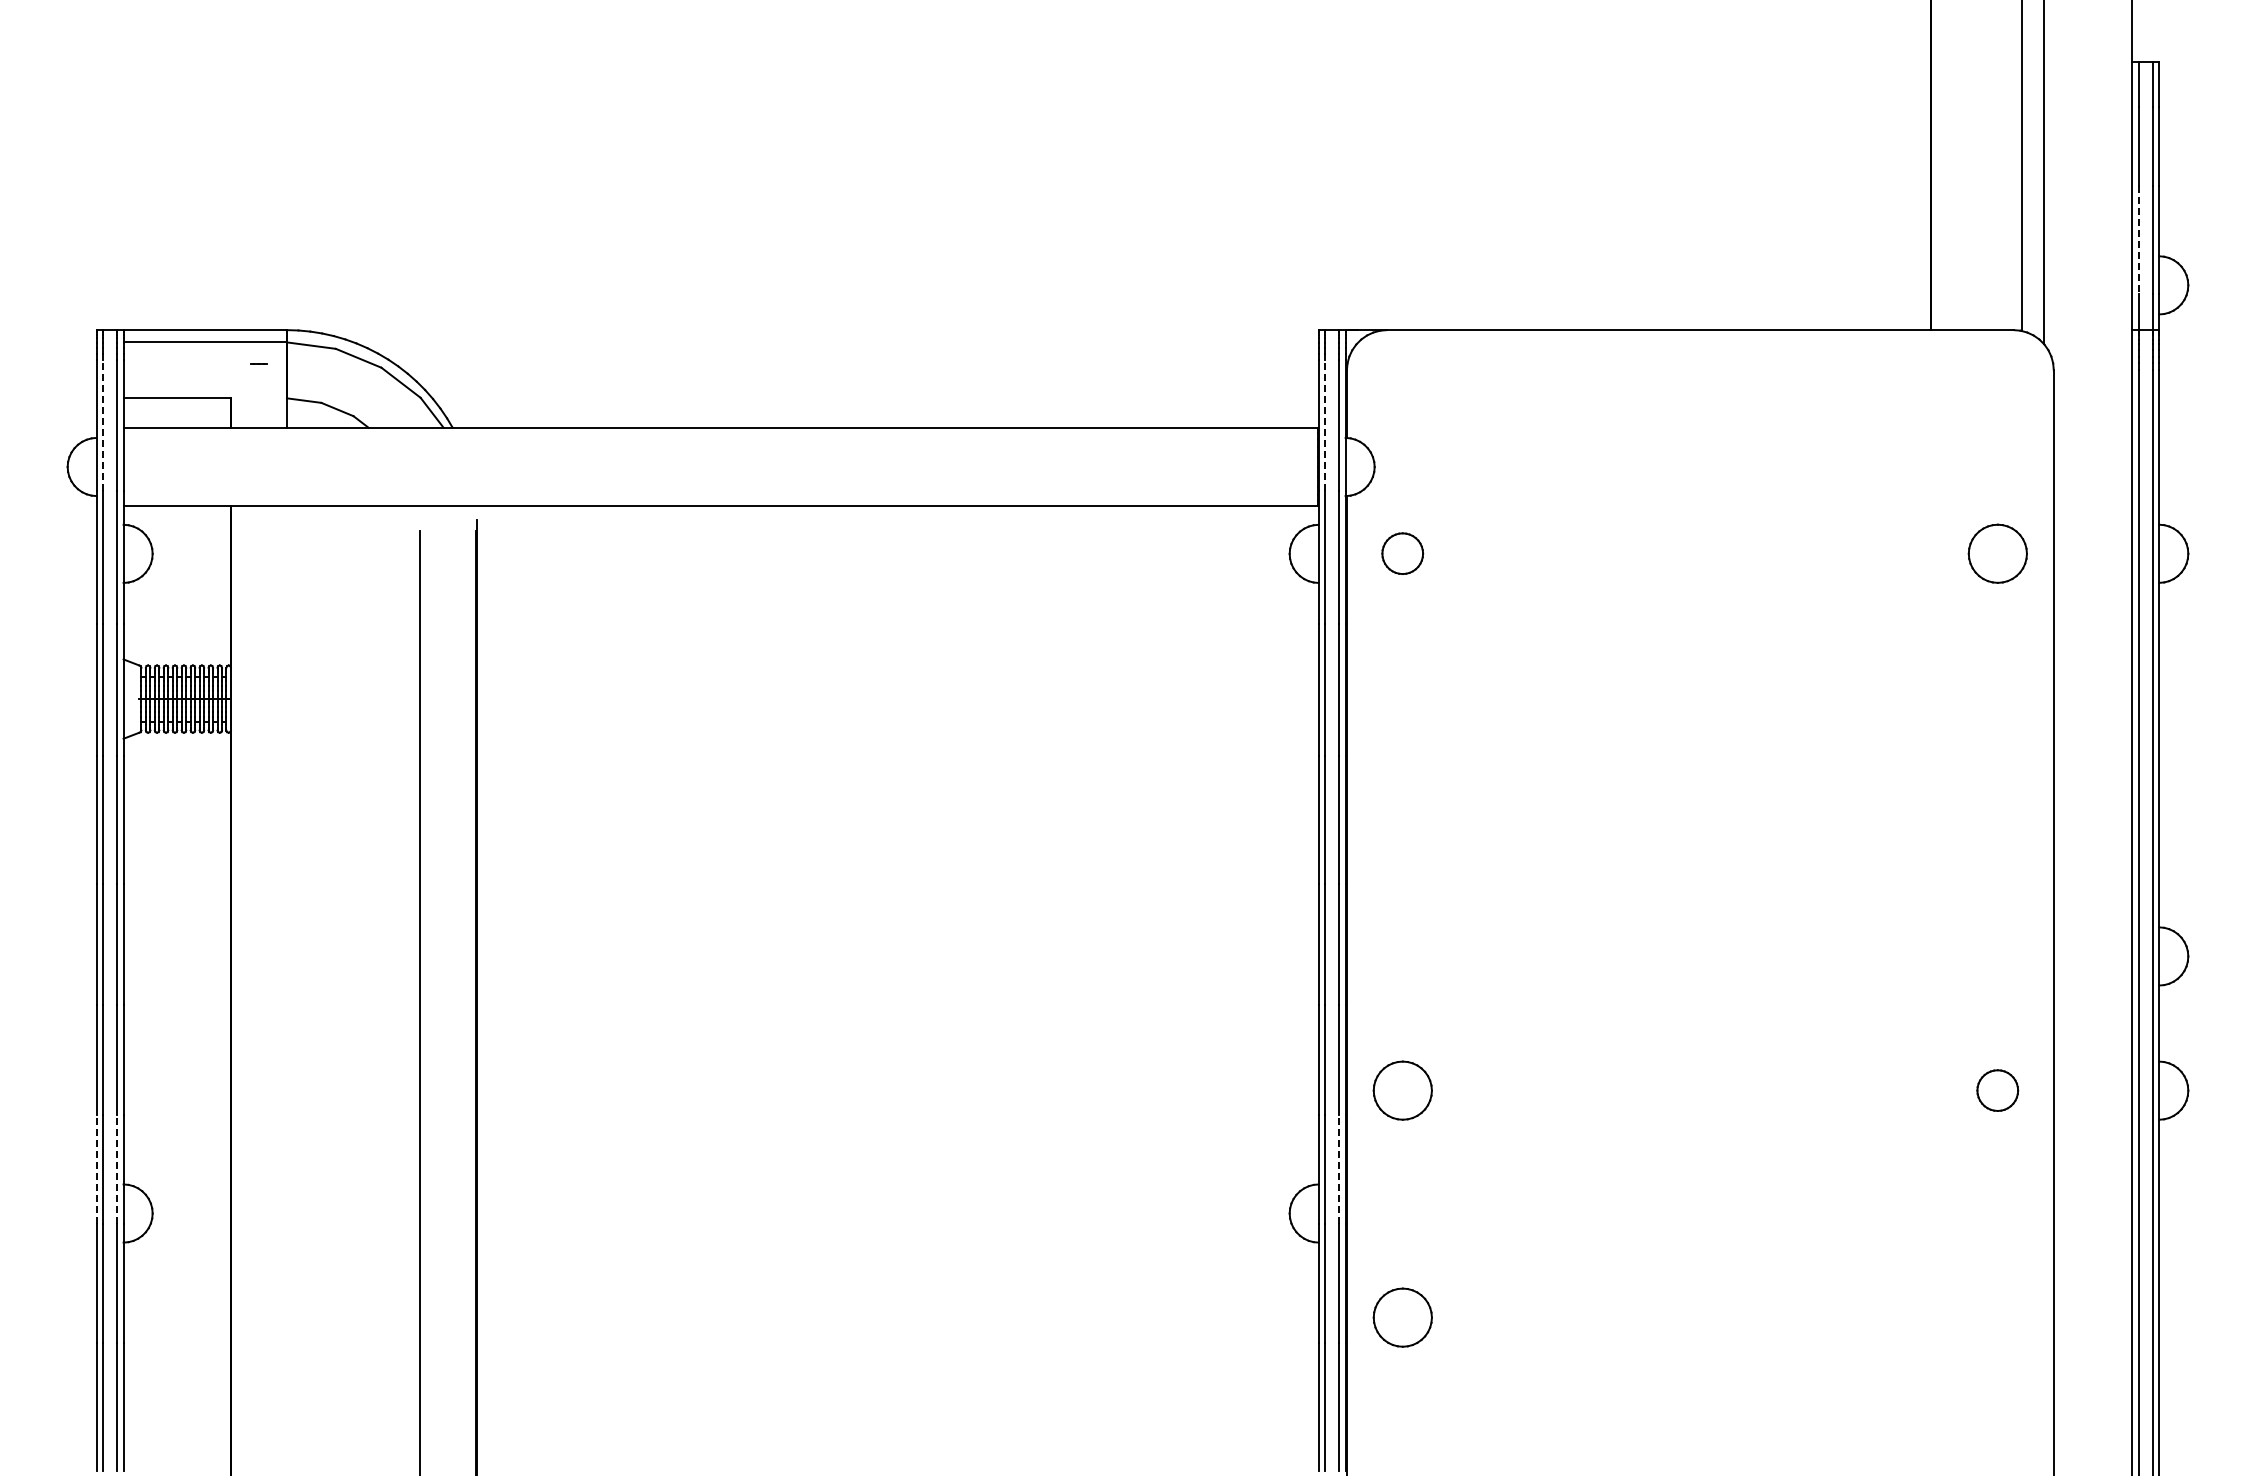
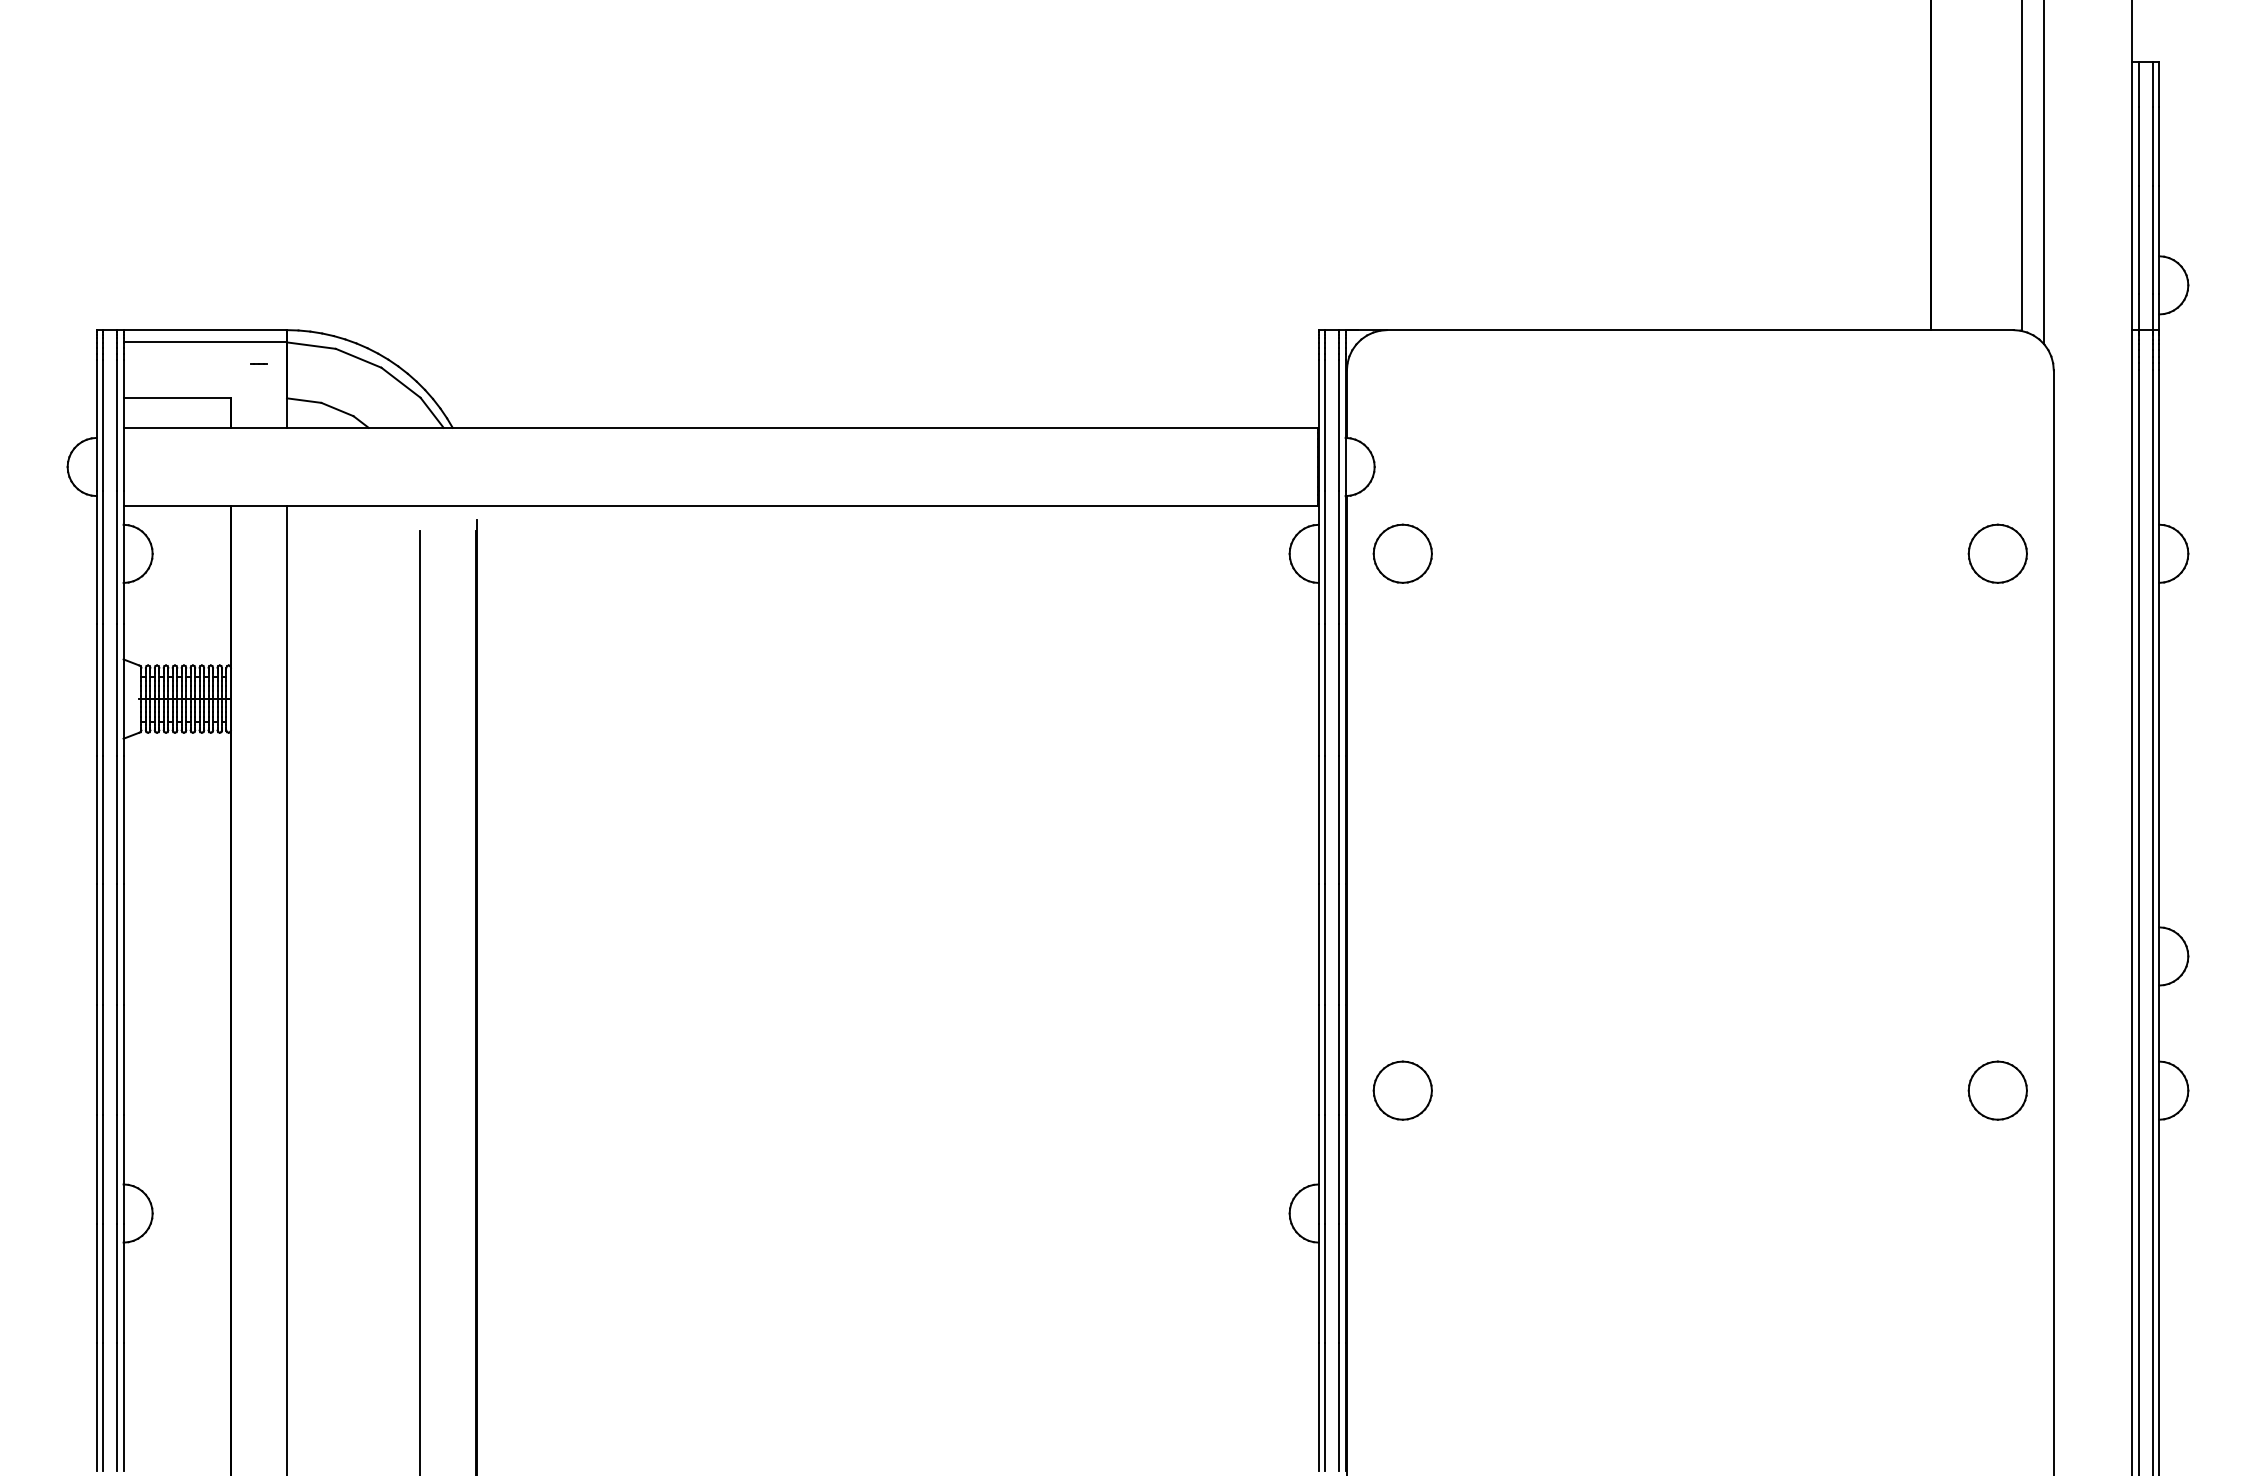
line at (2139, 240): dashed -> solid
line at (103, 424): dashed -> solid
line at (1325, 424): dashed -> solid
part at (1402, 553) size: 44x43 px -> 61x61 px
line at (286, 989): none -> present
part at (1997, 1090) size: 44x43 px -> 61x61 px
line at (96, 1168): dashed -> solid
line at (116, 1168): dashed -> solid
line at (1338, 1168): dashed -> solid
part at (1402, 1317): present -> none
